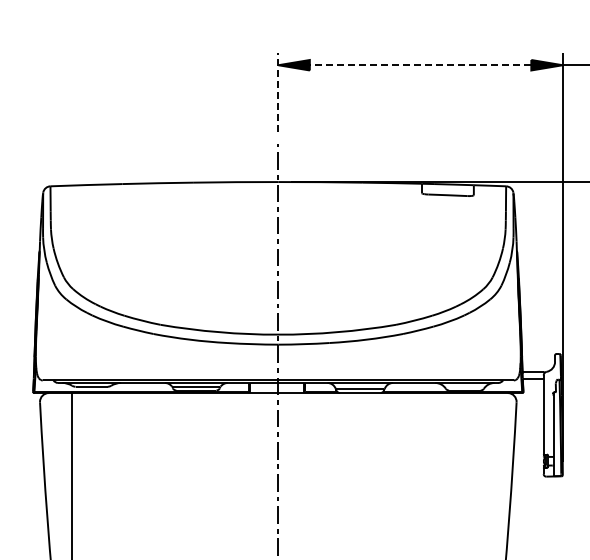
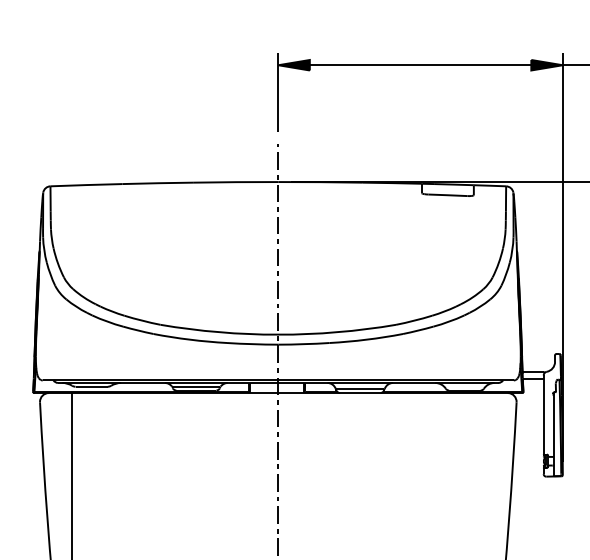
line at (420, 65): dashed -> solid
line at (278, 91): dashed -> solid
